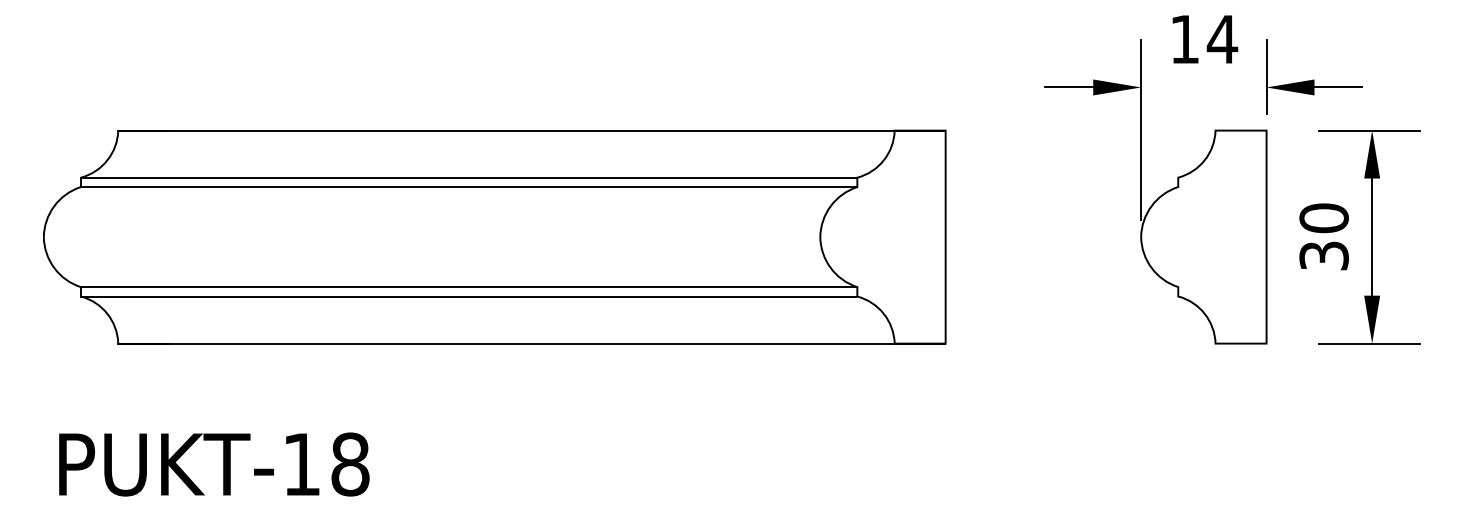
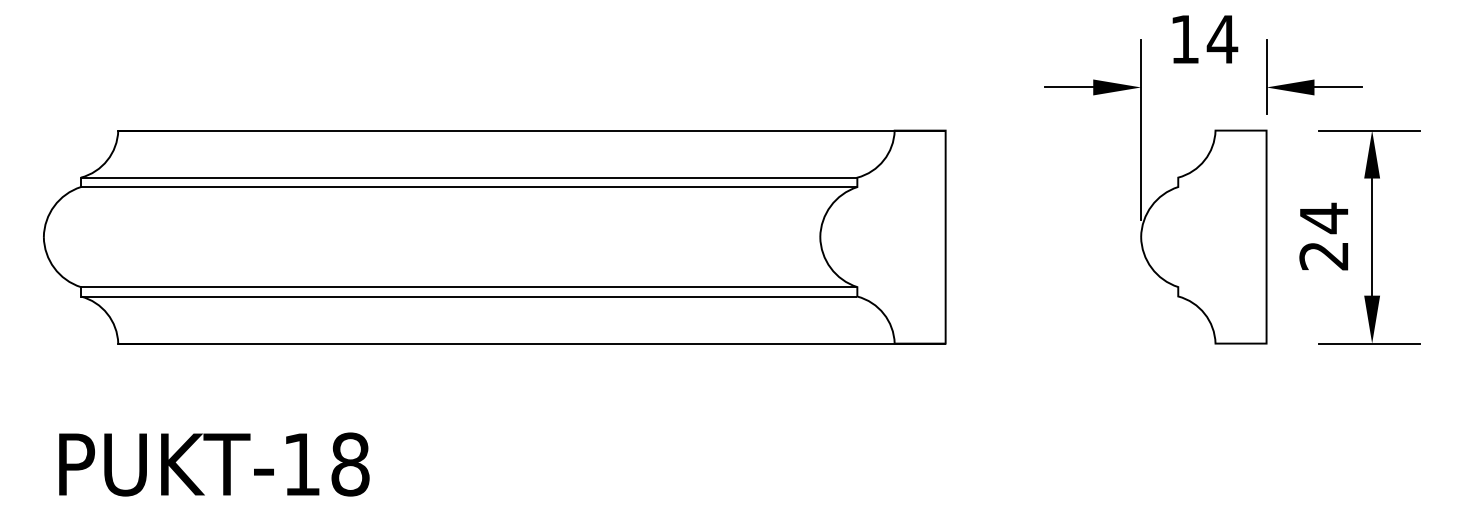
text at (1323, 236): 30 -> 24
